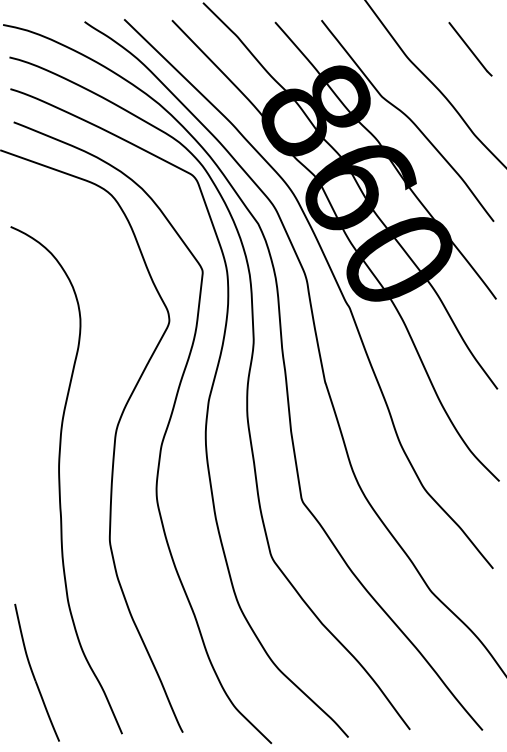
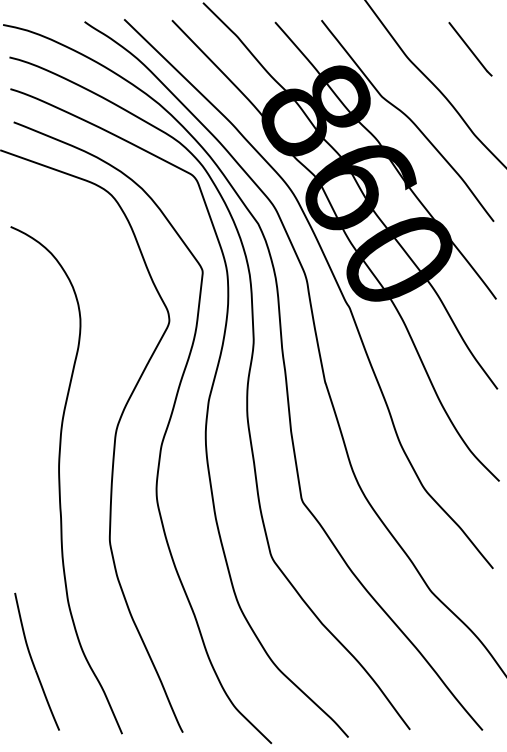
part at (36, 672) position: (36, 672) -> (36, 661)
